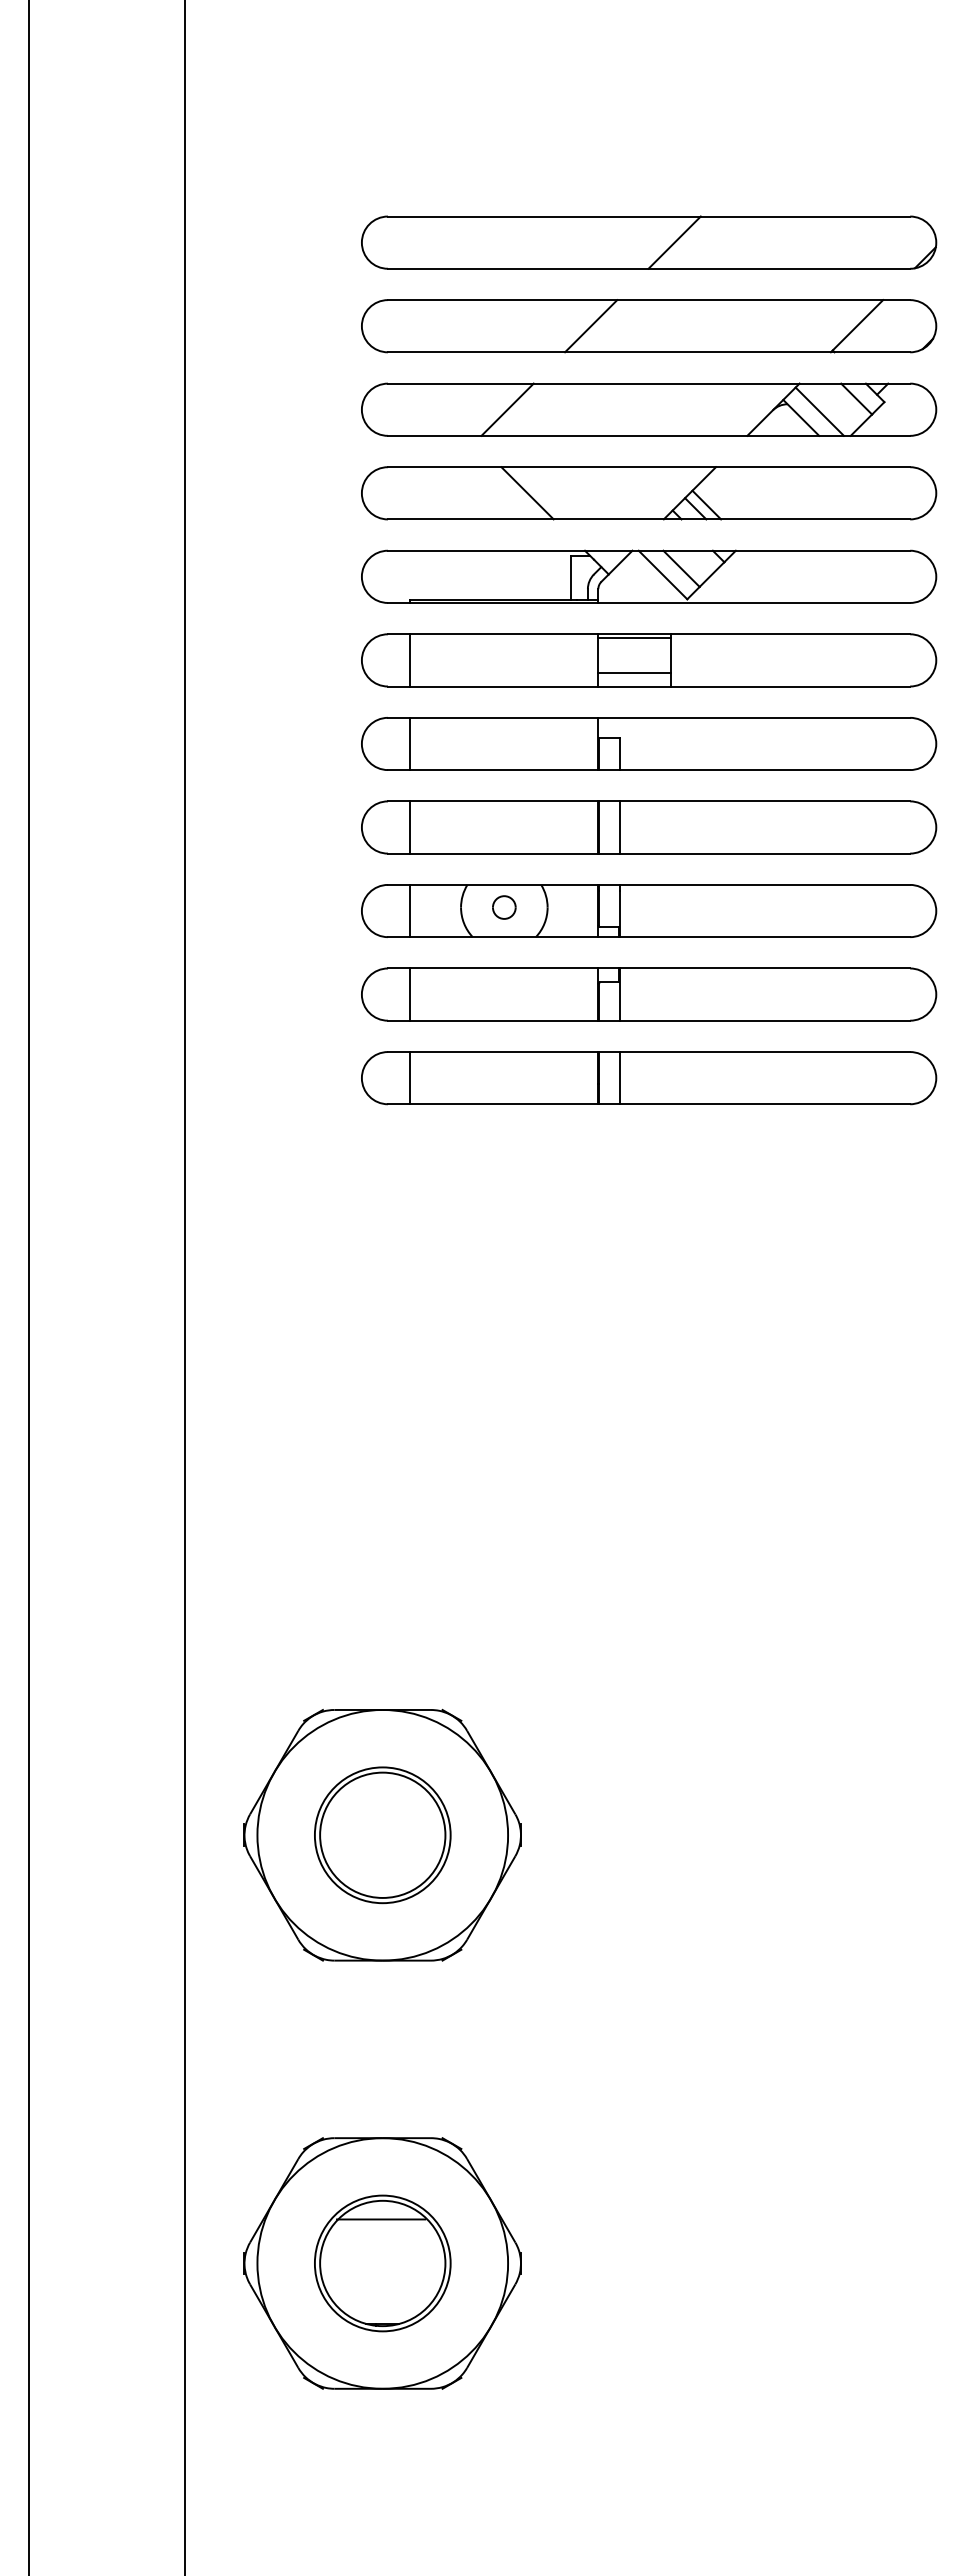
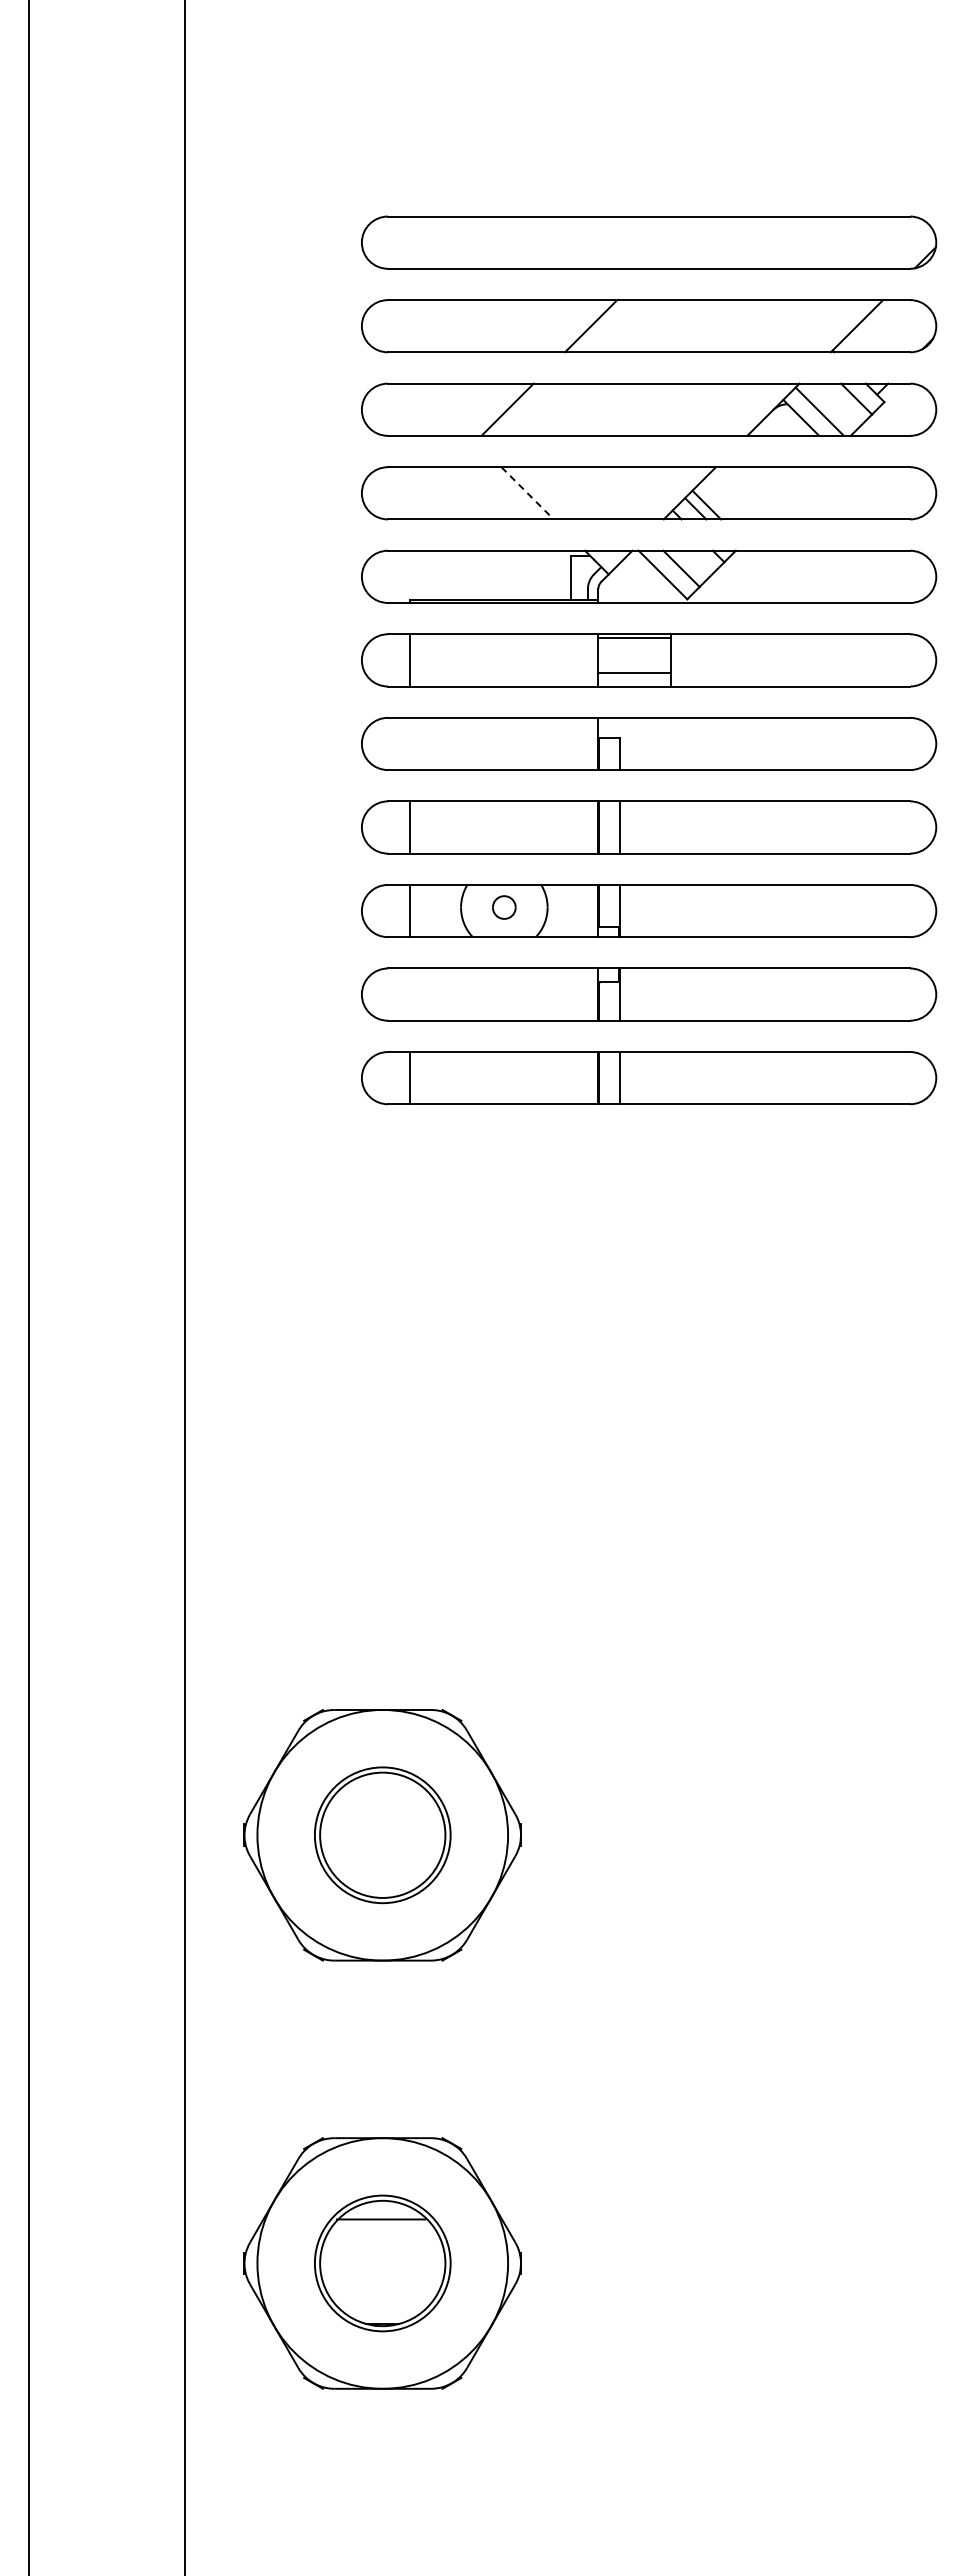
line at (674, 242): present -> none
line at (527, 493): solid -> dashed
line at (410, 743): present -> none
line at (410, 994): present -> none
